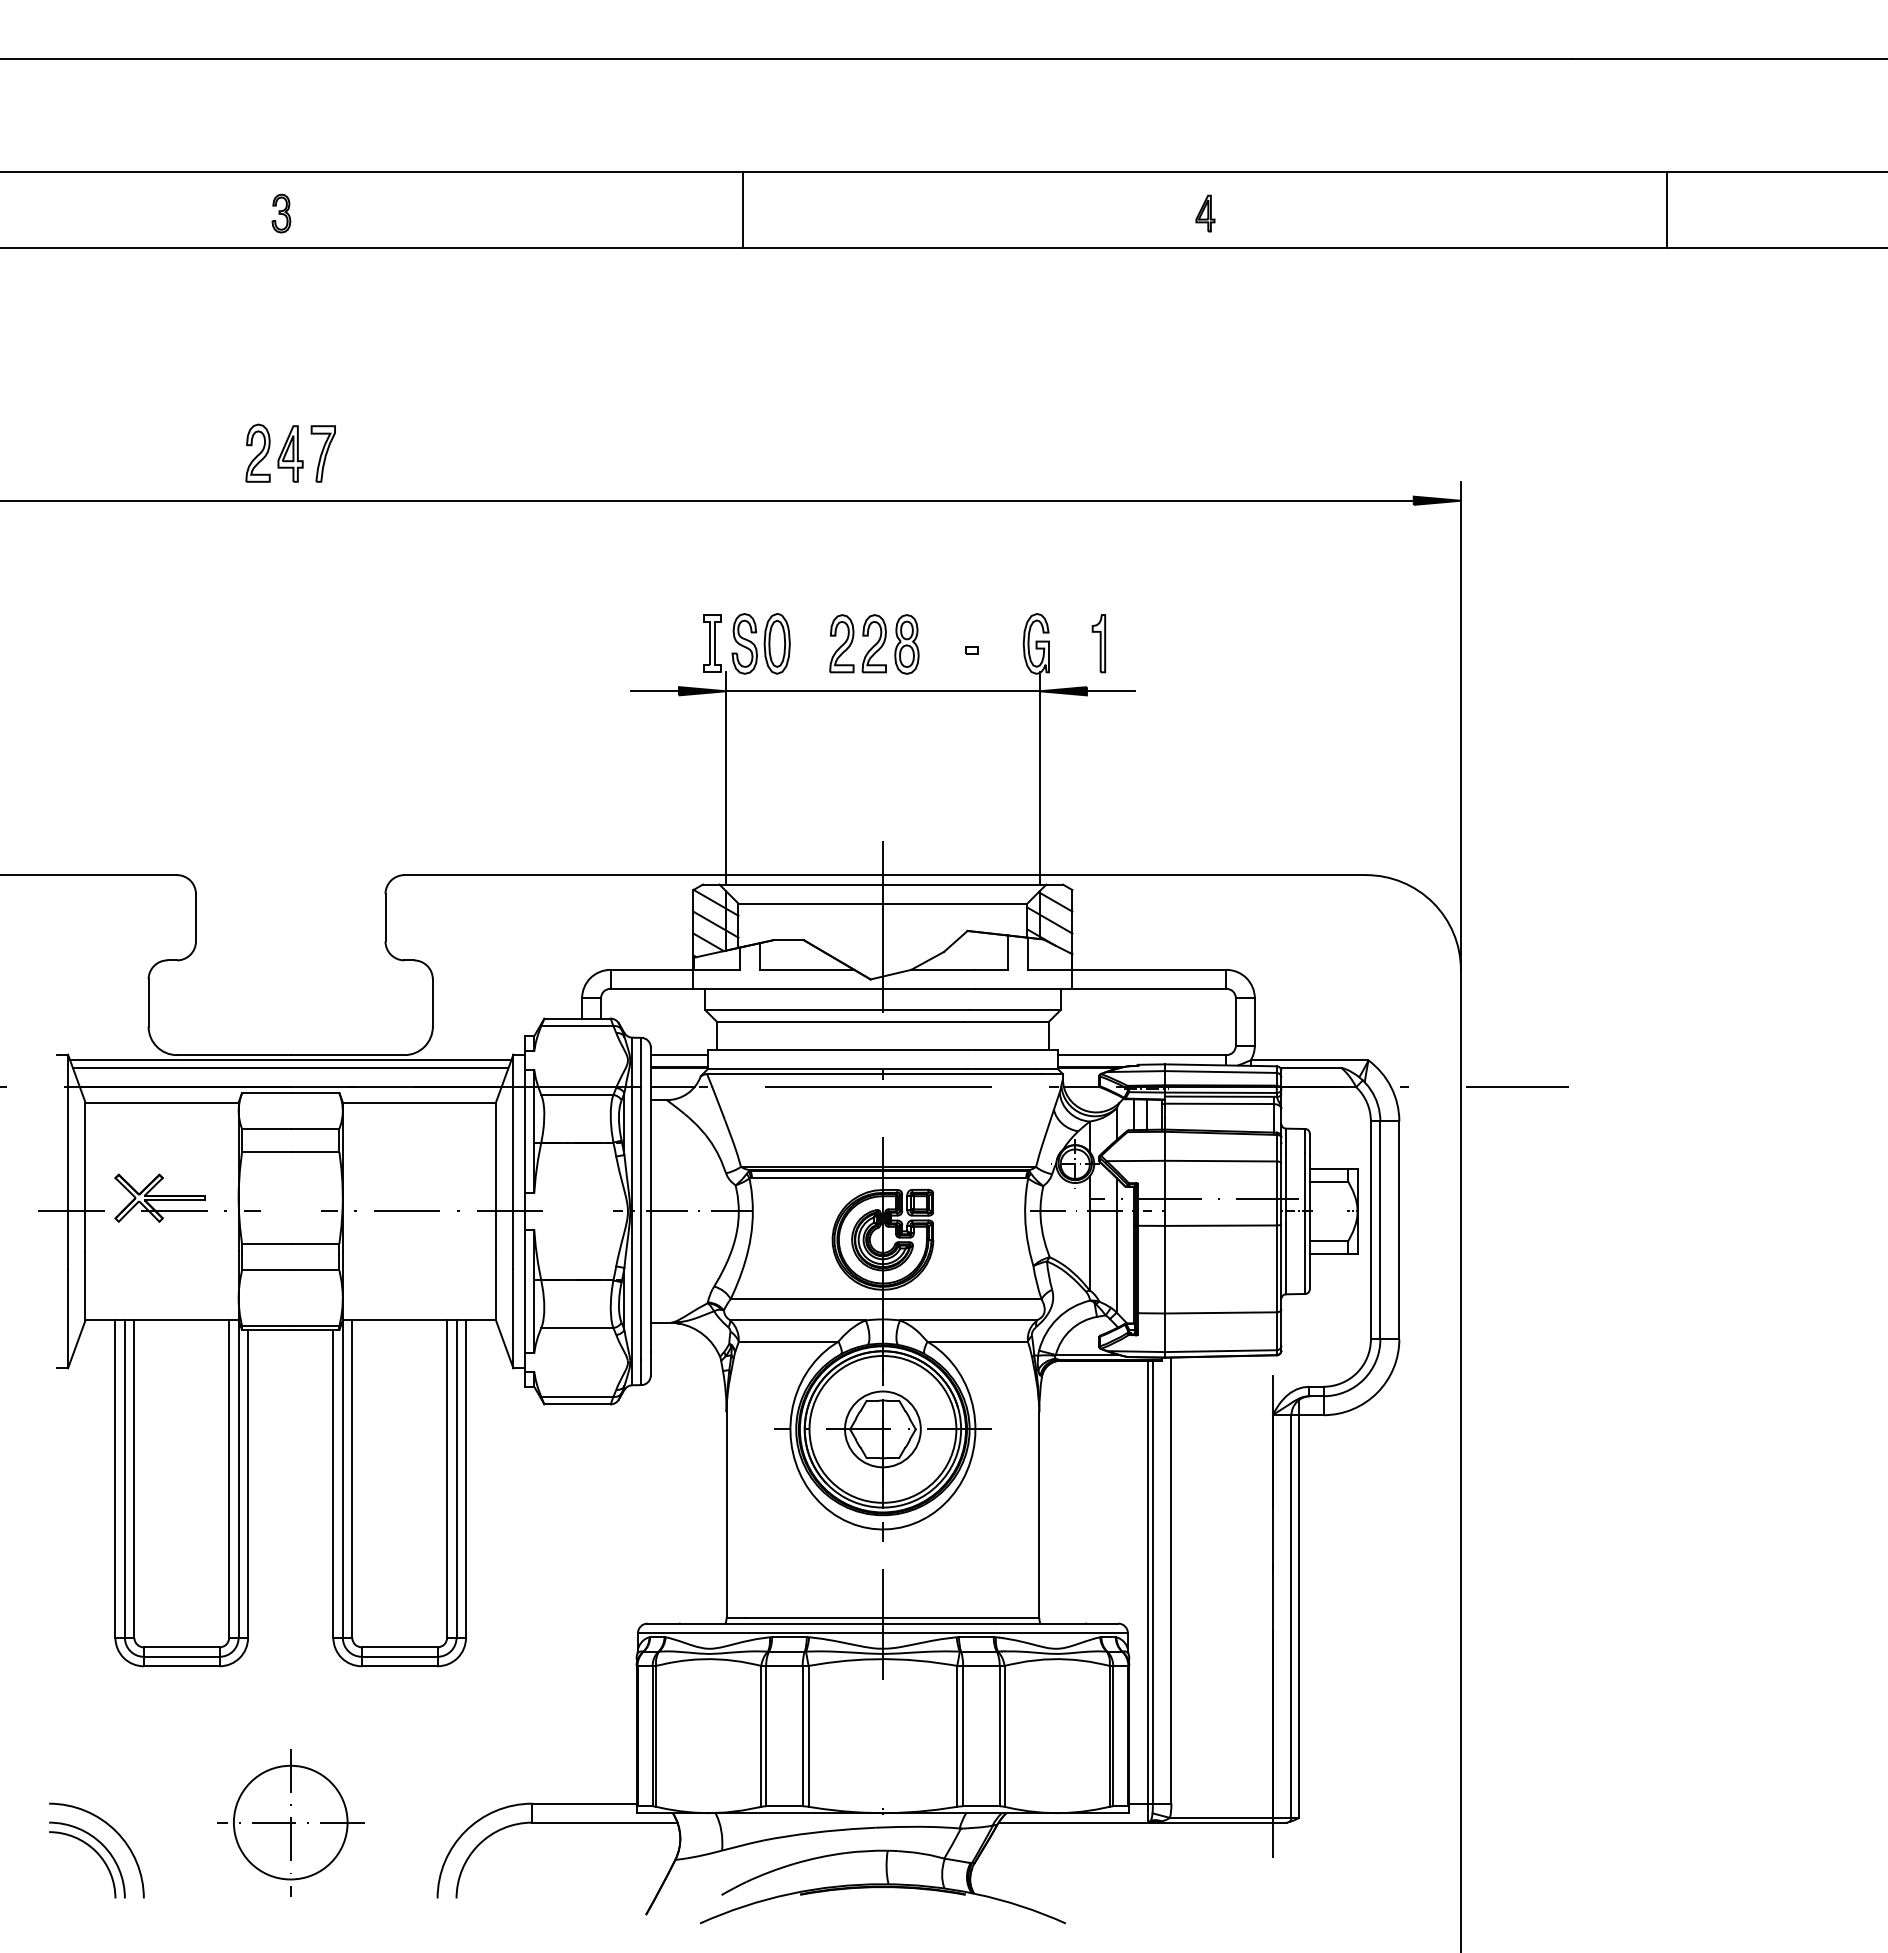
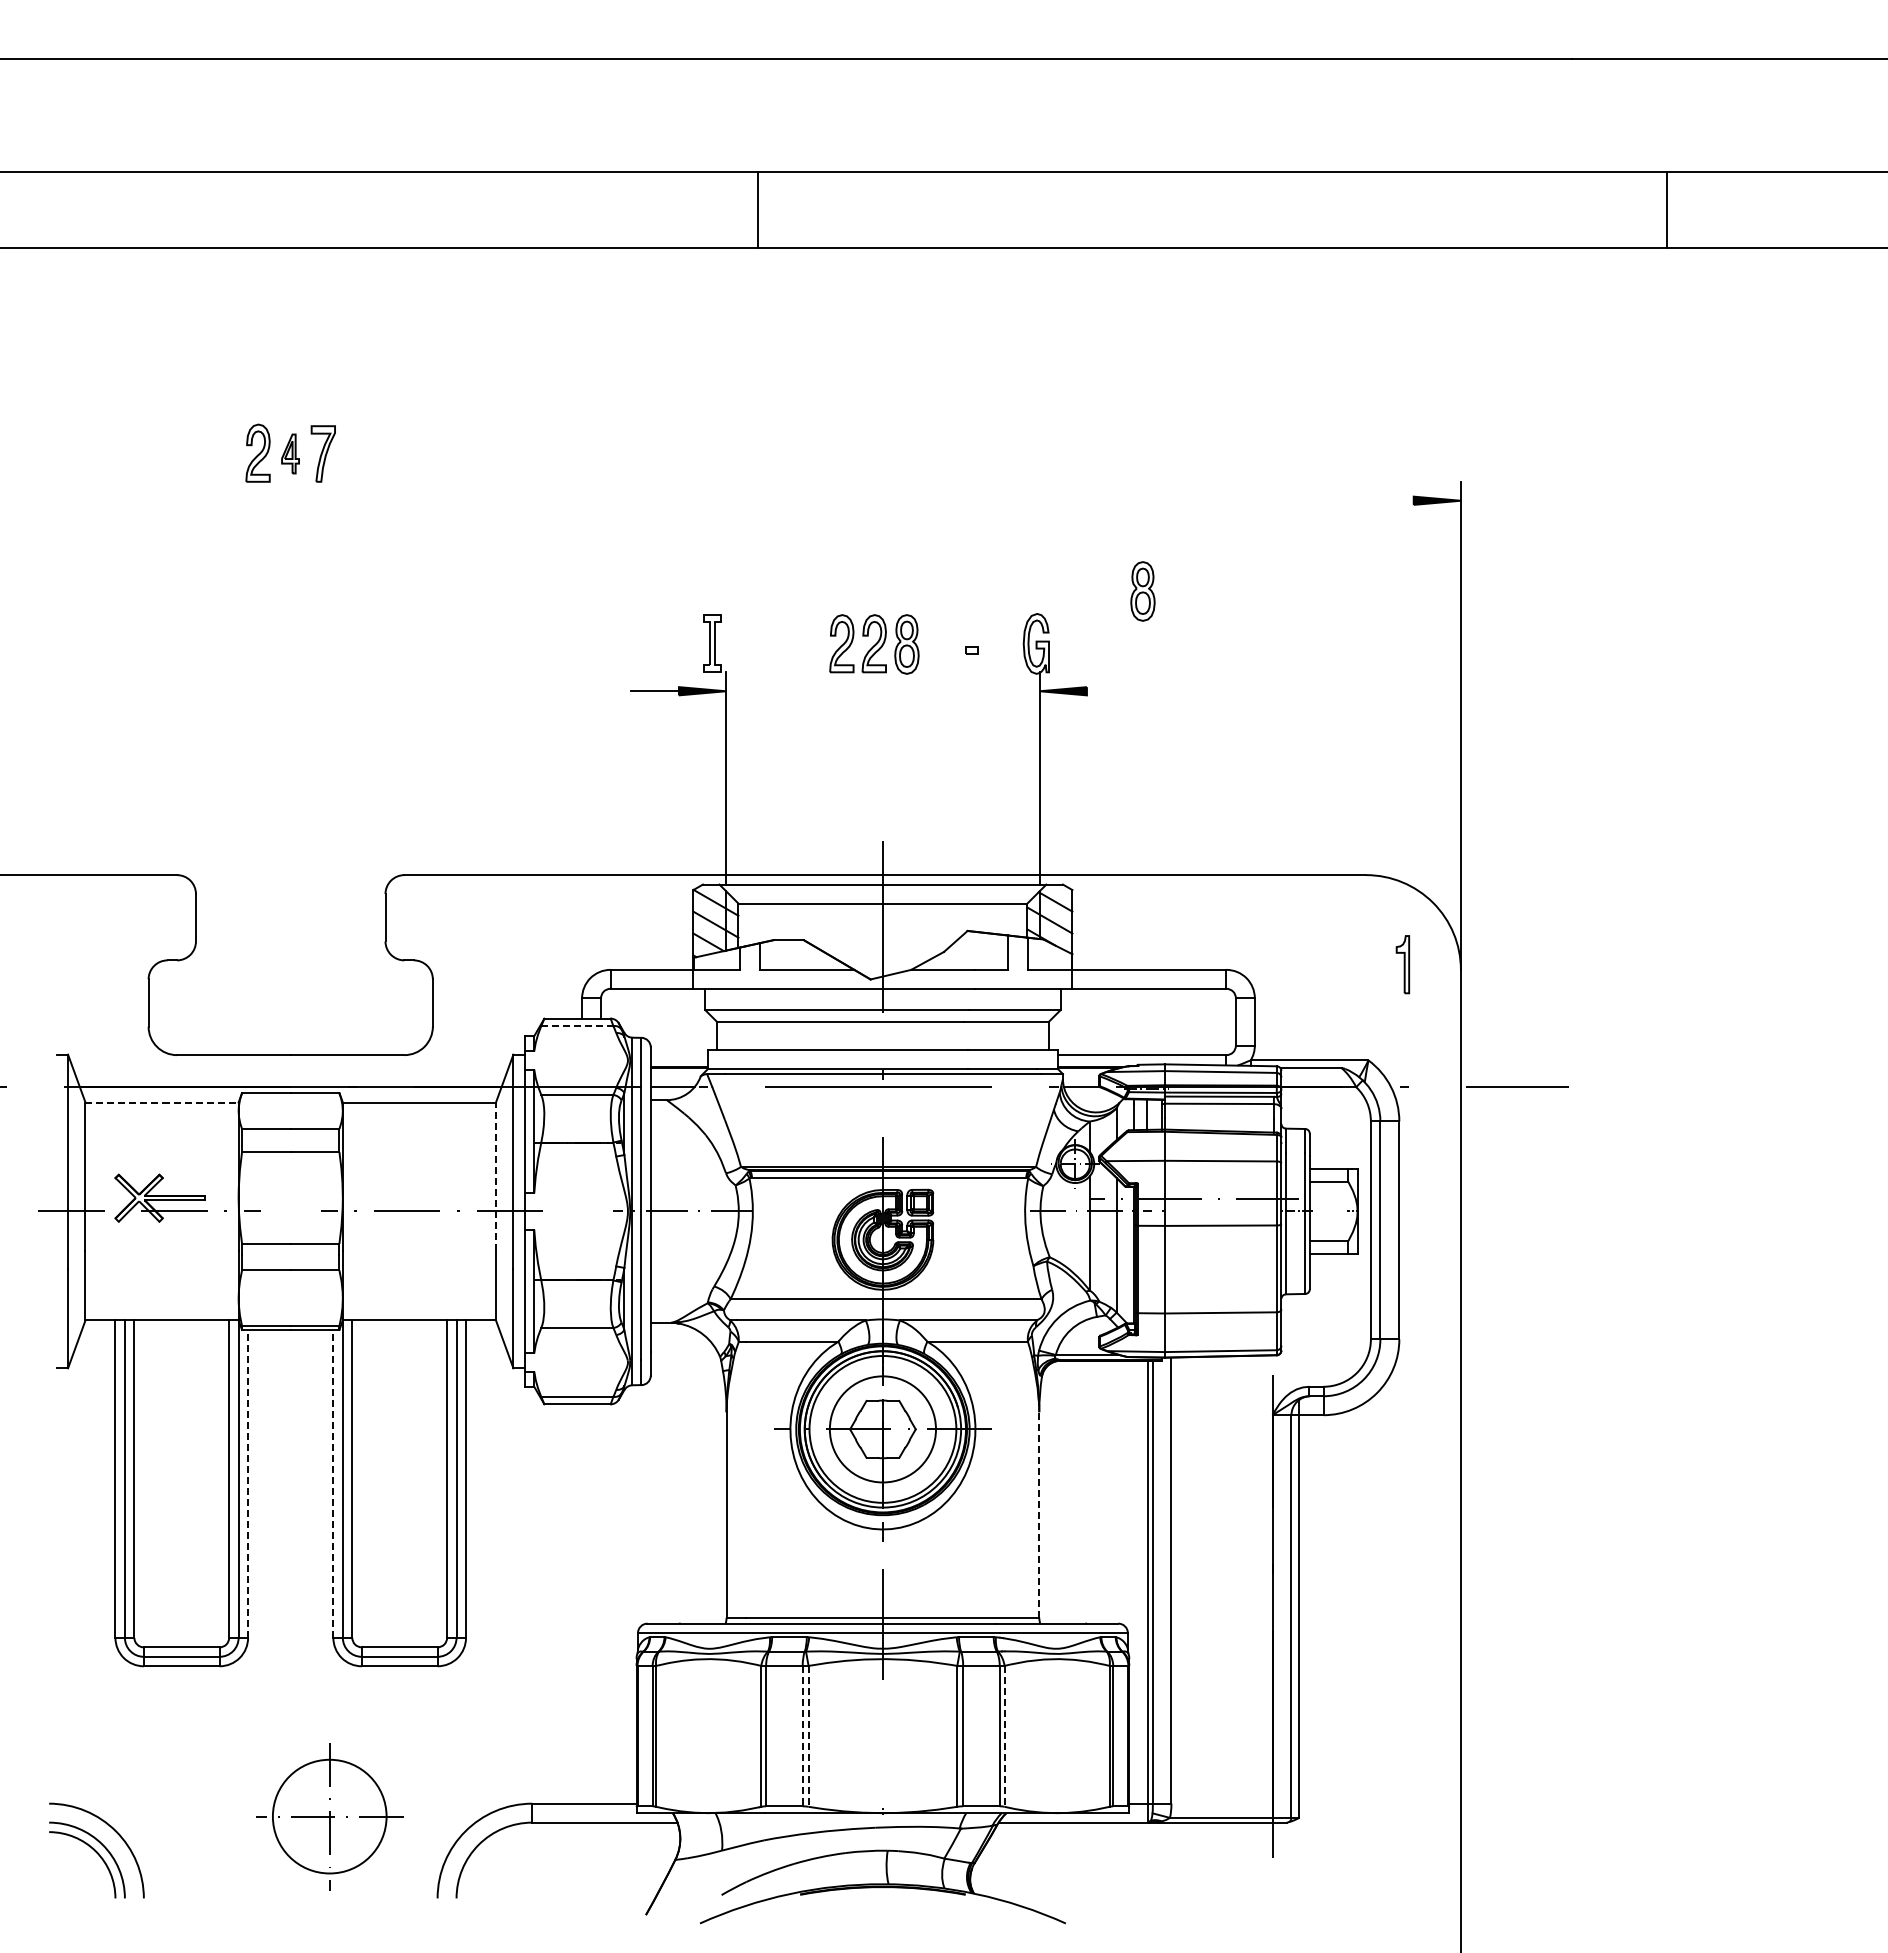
line at (742, 210) position: (742, 210) -> (757, 210)
part at (281, 213): present -> none
part at (1205, 213): present -> none
part at (290, 453) size: 27x58 px -> 19x42 px
line at (707, 500): present -> none
part at (1142, 591): none -> present
part at (760, 643): present -> none
part at (1098, 643) position: (1098, 643) -> (1402, 964)
line at (882, 691): present -> none
line at (1110, 691): present -> none
line at (577, 1026): solid -> dashed
line at (678, 1055): present -> none
line at (290, 1060): present -> none
line at (290, 1068): present -> none
line at (162, 1102): solid -> dashed
line at (495, 1176): solid -> dashed
circle at (882, 1429) diameter: 76 px -> 106 px
line at (248, 1483): solid -> dashed
line at (333, 1483): solid -> dashed
line at (1039, 1514): solid -> dashed
line at (802, 1736): solid -> dashed
line at (808, 1736): solid -> dashed
line at (1004, 1736): solid -> dashed
part at (290, 1822) position: (290, 1822) -> (329, 1816)
